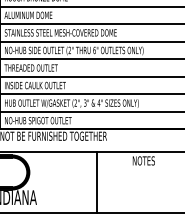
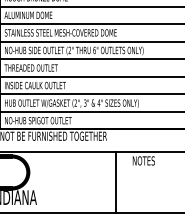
line at (96, 182) position: (96, 182) -> (115, 182)
